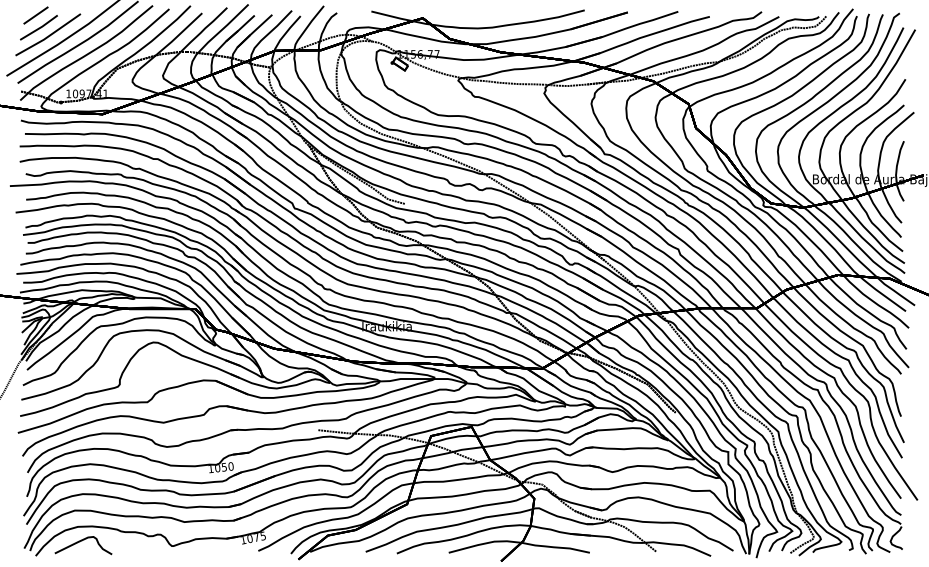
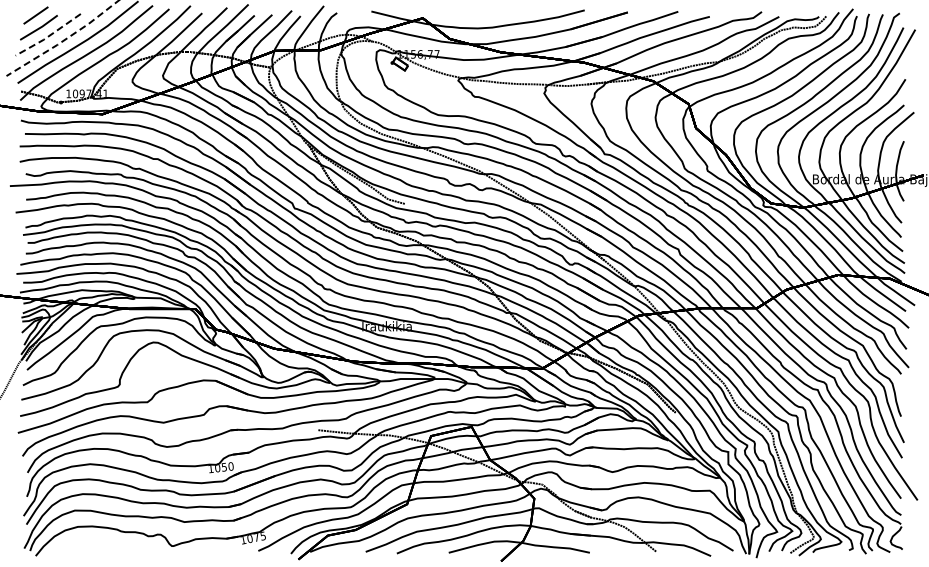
line at (48, 36): solid -> dashed
line at (64, 40): solid -> dashed
curve at (82, 541): present -> none
